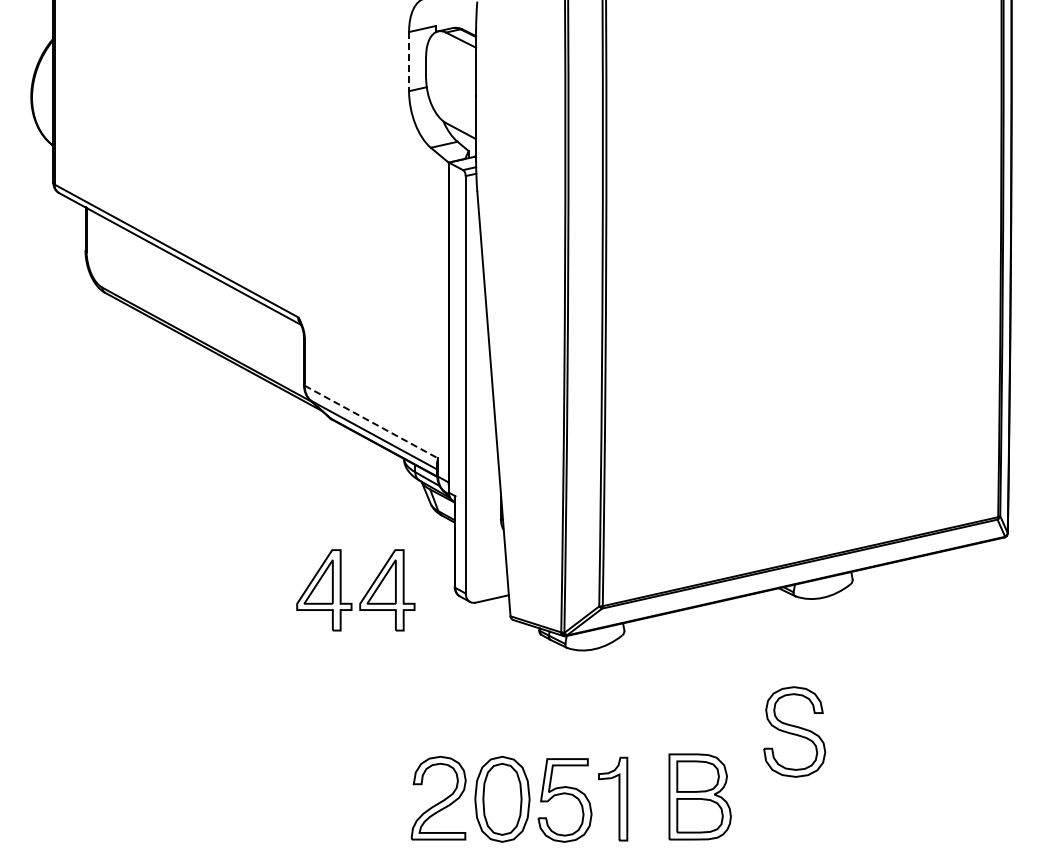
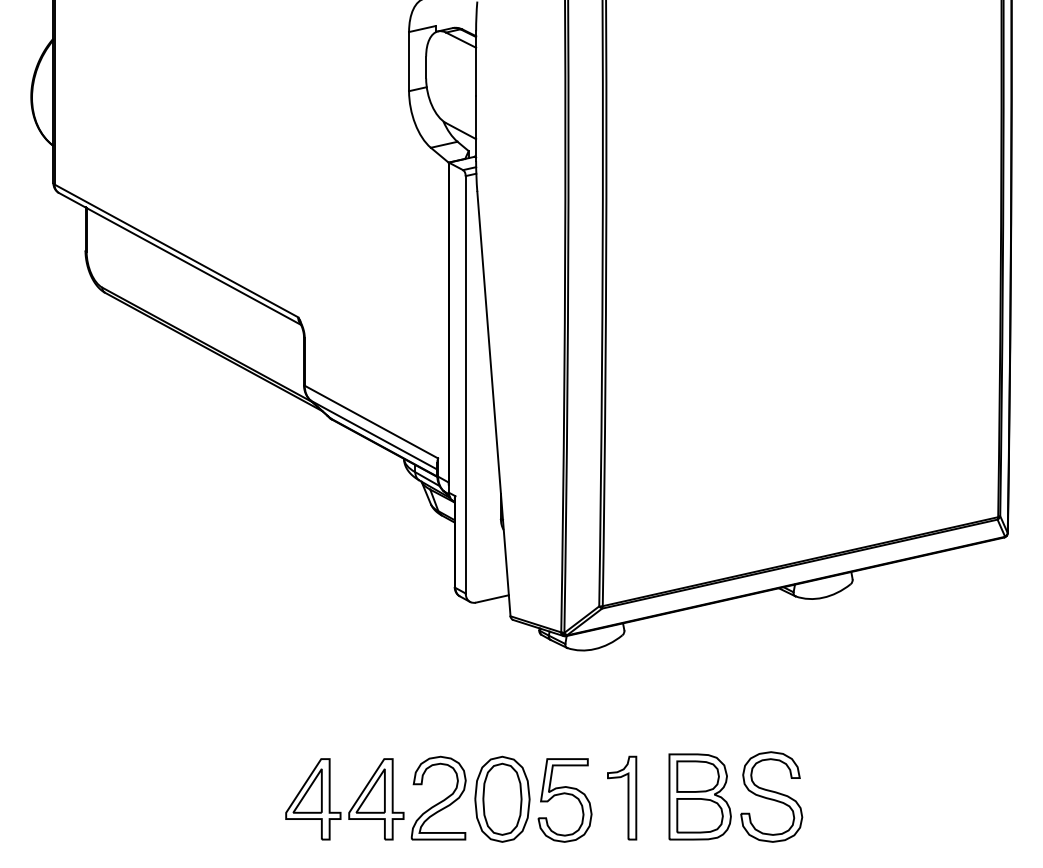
line at (409, 61): dashed -> solid
line at (371, 422): dashed -> solid
part at (363, 596) position: (363, 596) -> (352, 805)
part at (794, 731) position: (794, 731) -> (771, 796)
part at (613, 798) position: (613, 798) -> (622, 797)
